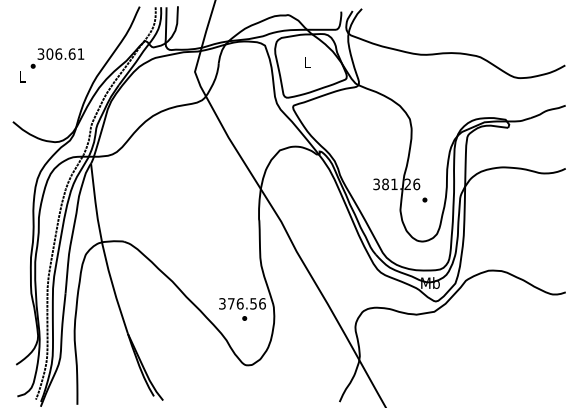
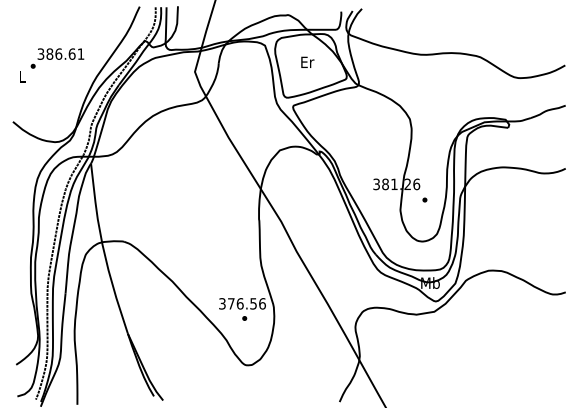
text at (49, 53): 306.61 -> 386.61
text at (307, 61): L -> Er
